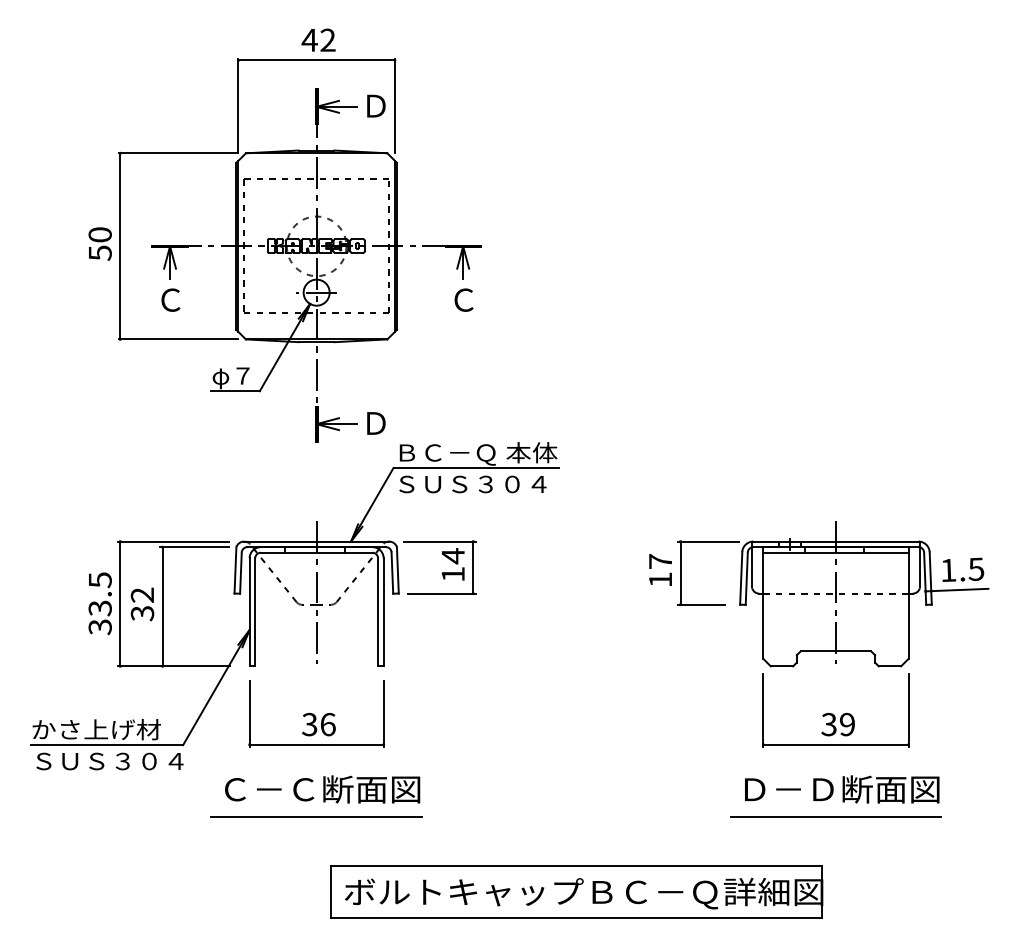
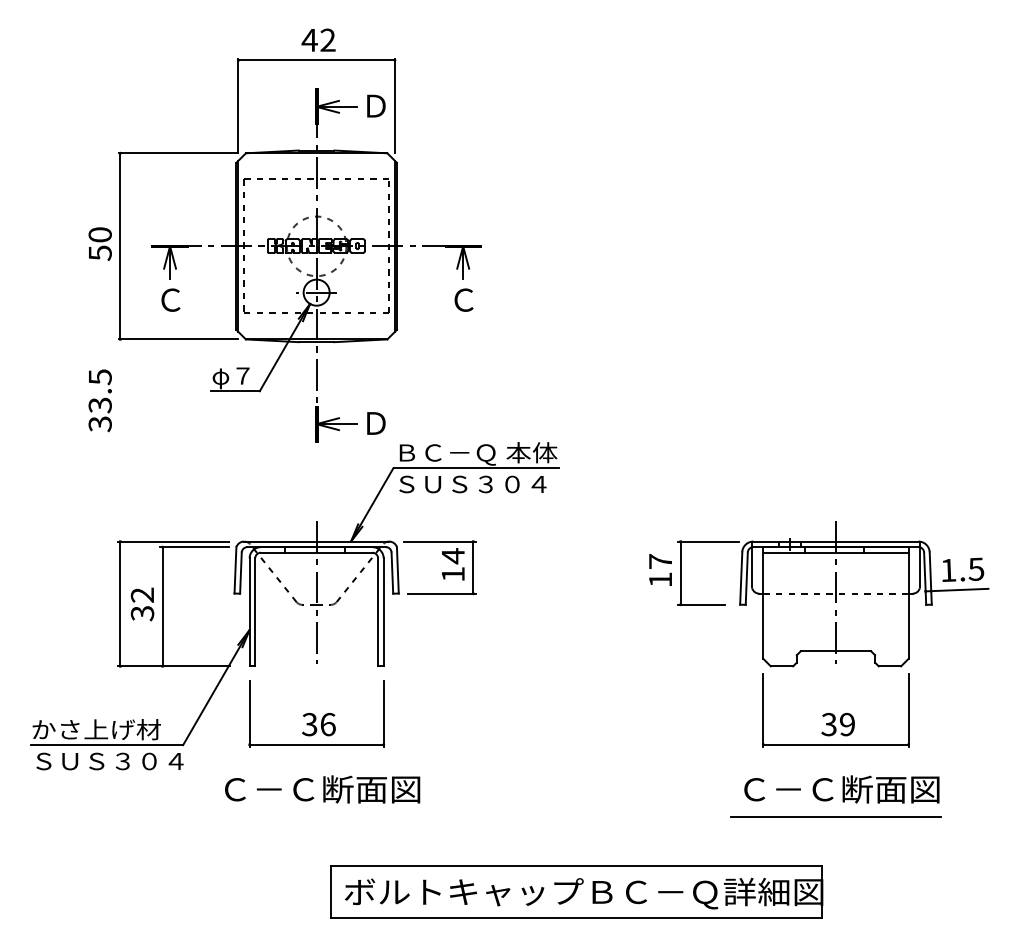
text at (99, 603) position: (99, 603) -> (99, 400)
text at (788, 789): Ｄ－Ｄ断面図 -> Ｃ－Ｃ断面図
line at (316, 816): present -> none
